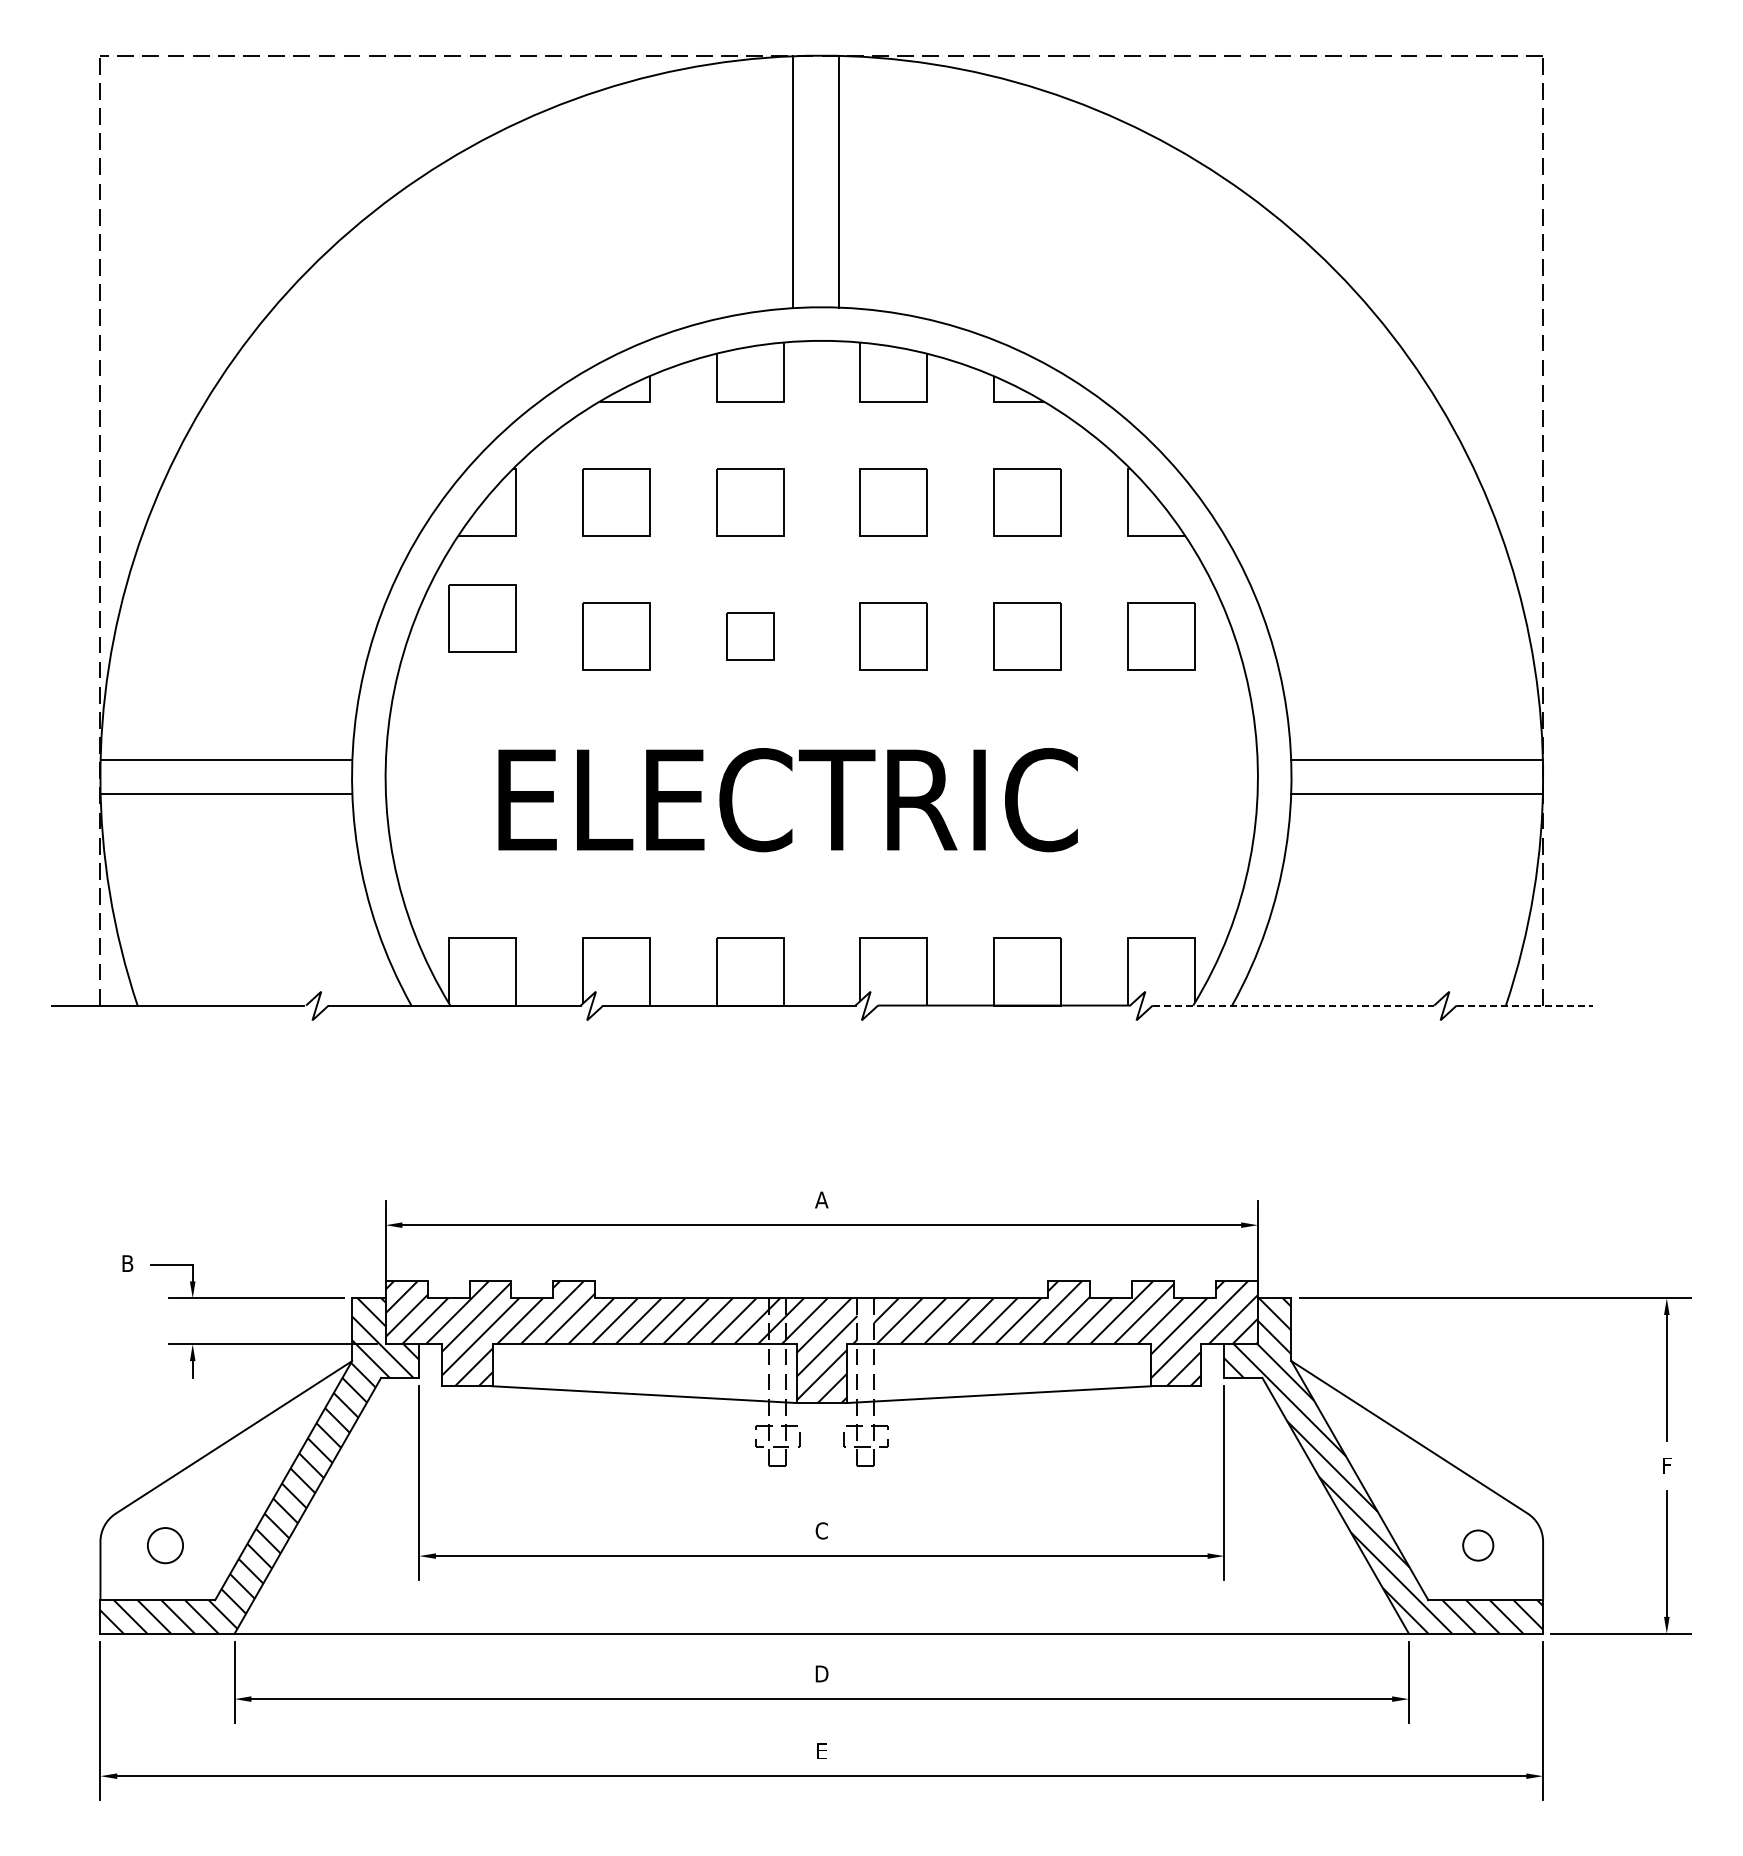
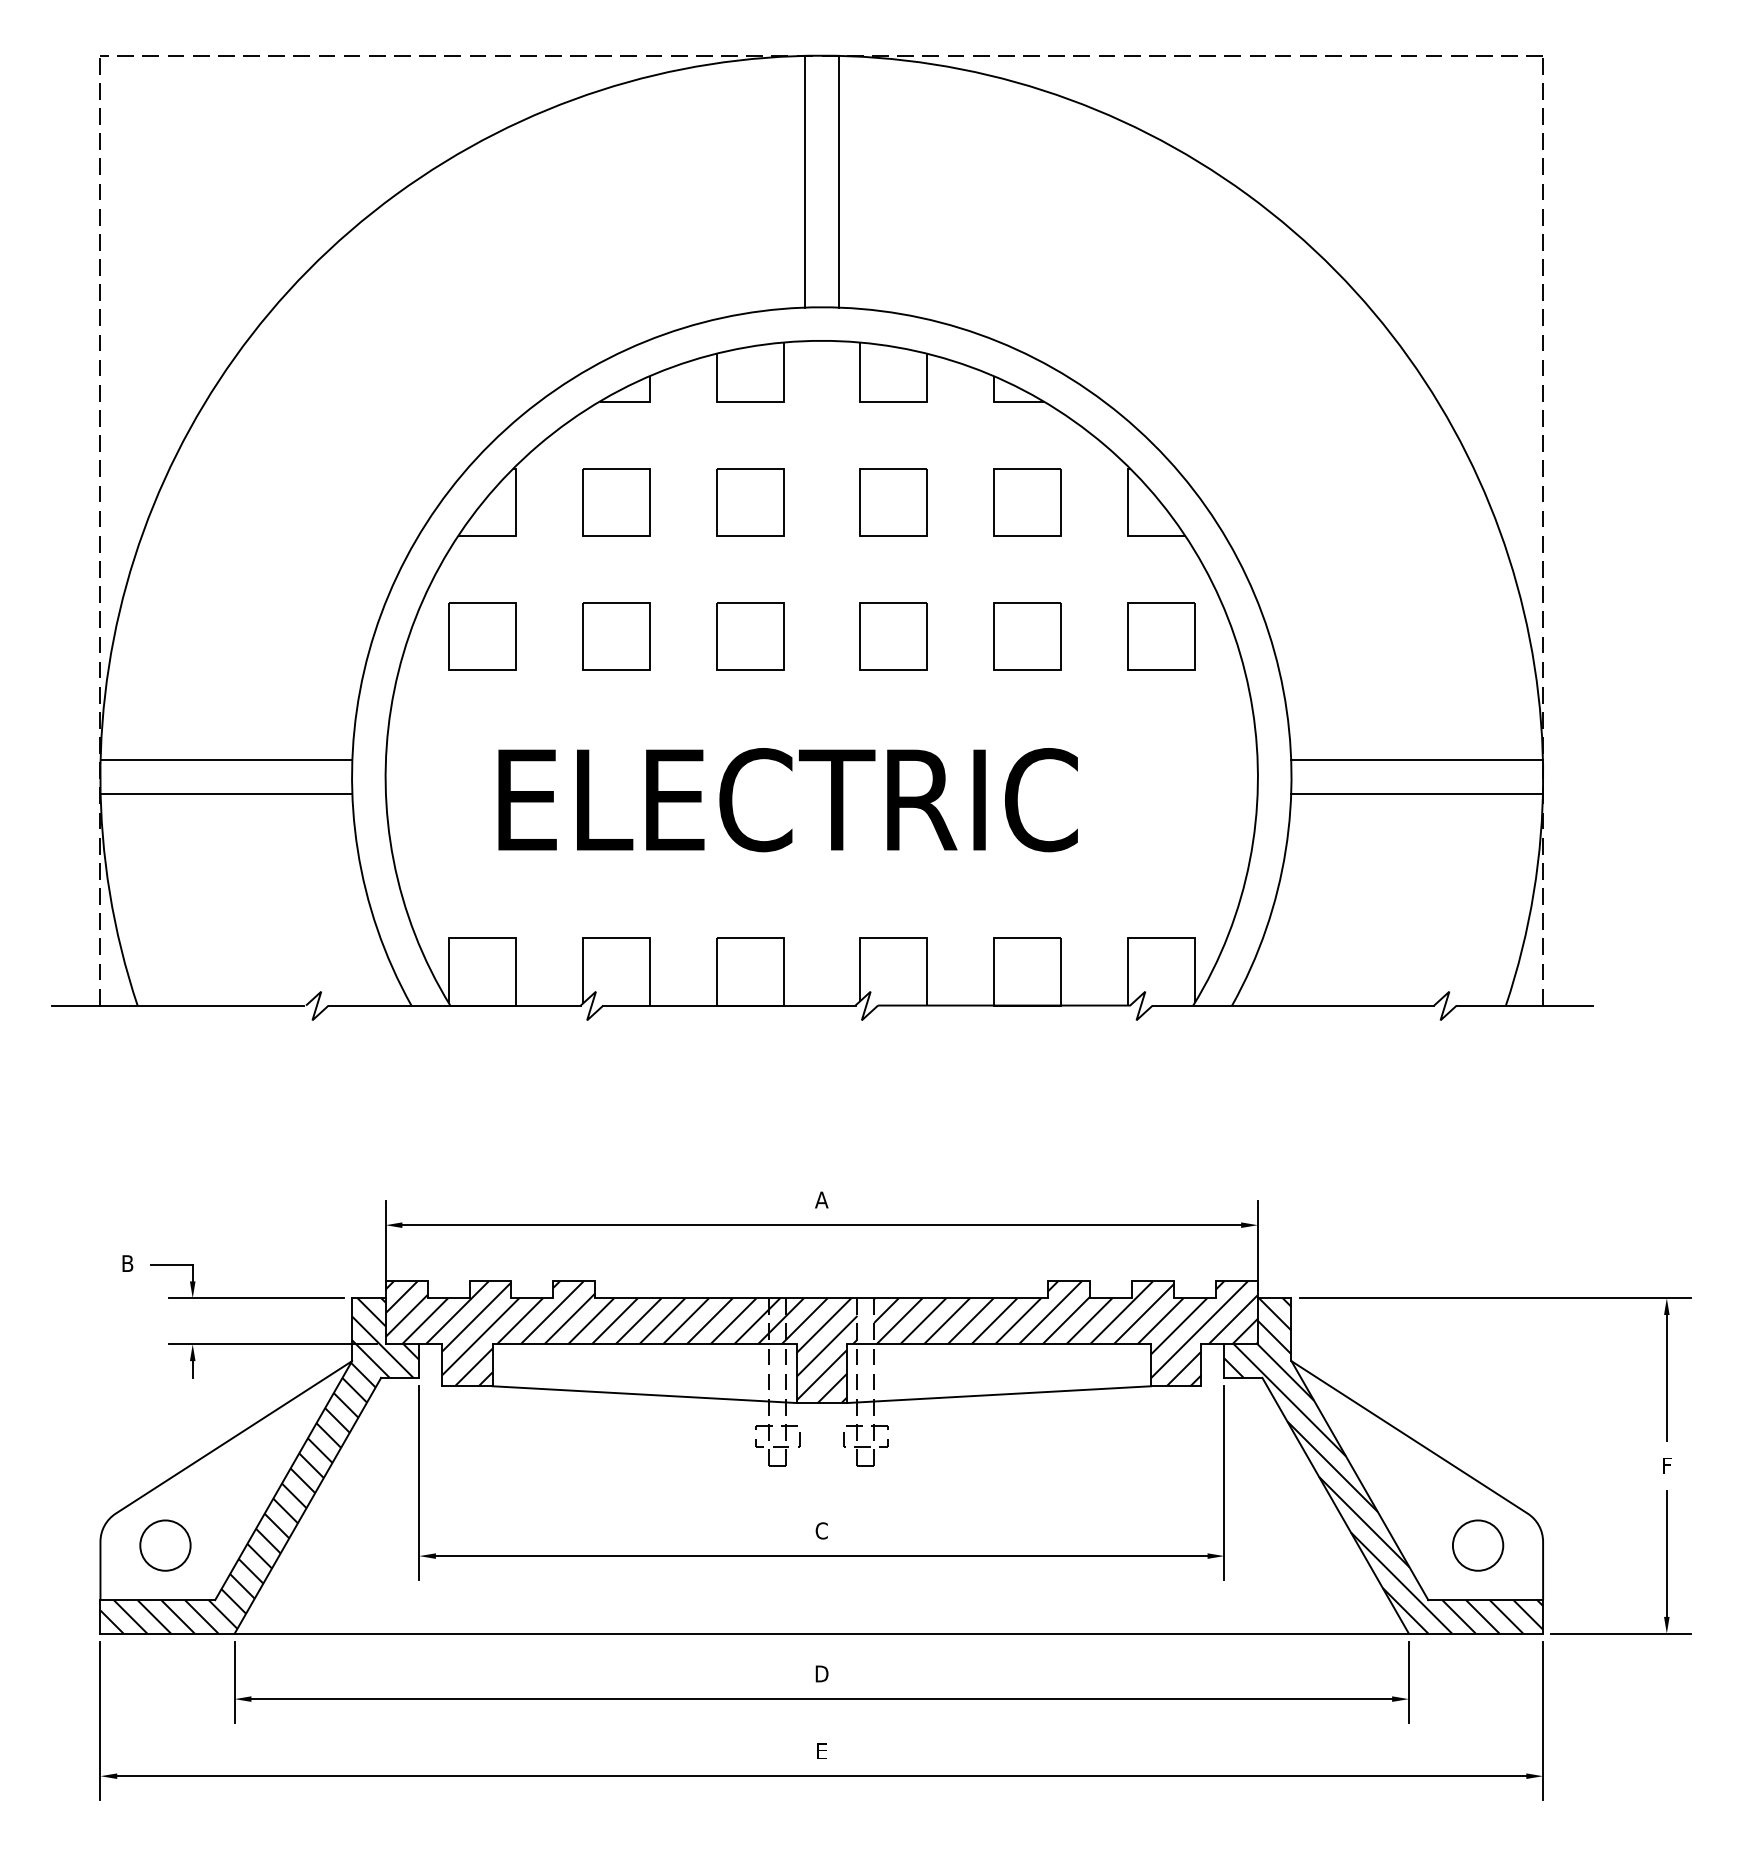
line at (793, 181) position: (793, 181) -> (805, 181)
part at (482, 618) position: (482, 618) -> (482, 636)
part at (750, 636) size: 49x49 px -> 69x69 px
line at (1293, 1005): dashed -> solid
line at (1525, 1005): dashed -> solid
circle at (165, 1545) diameter: 35 px -> 50 px
circle at (1478, 1545) size: 33x33 px -> 53x53 px
